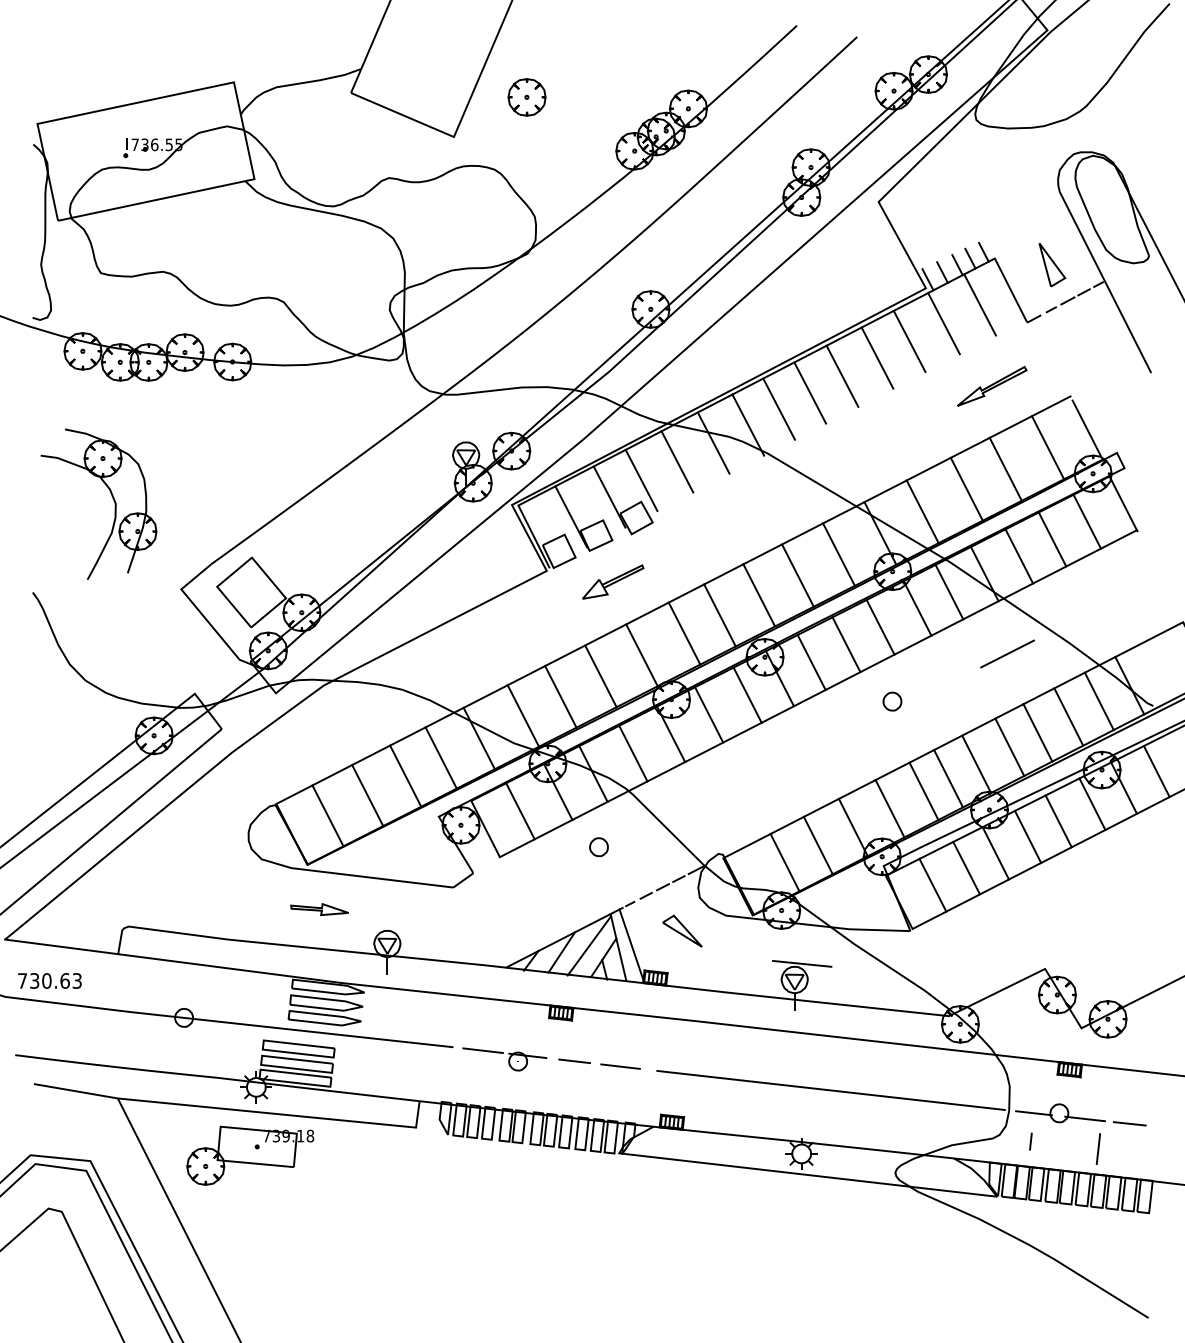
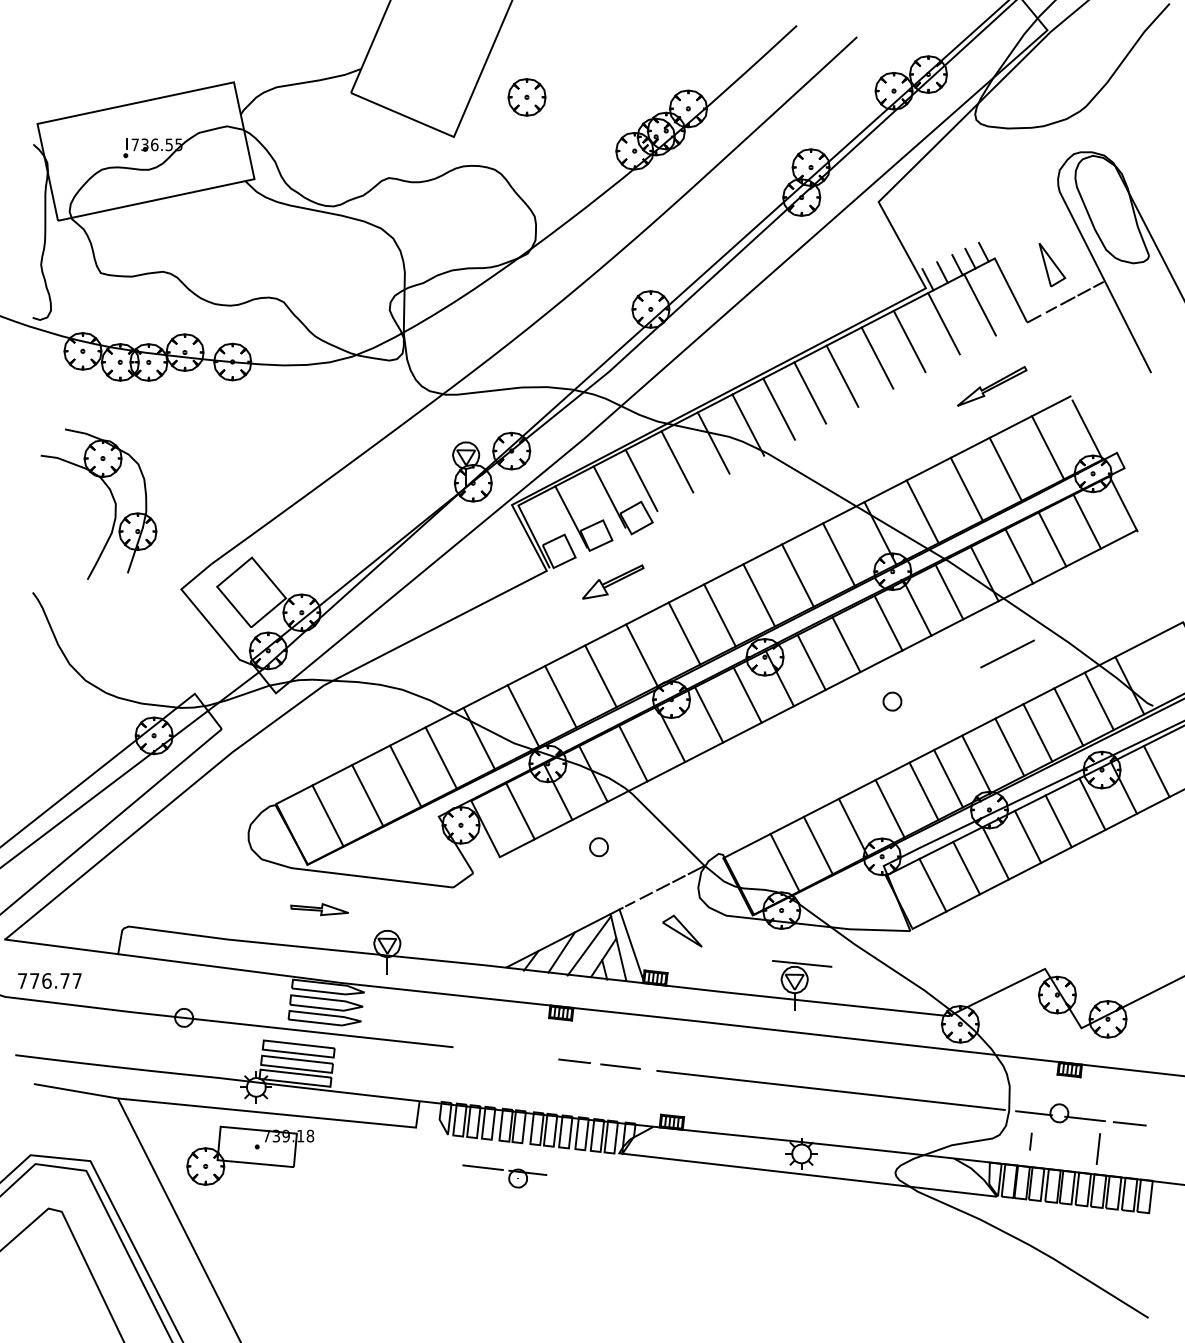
line at (880, 626) position: (880, 626) -> (888, 622)
text at (55, 980): 730.63 -> 776.77
part at (504, 1059) position: (504, 1059) -> (504, 1176)
